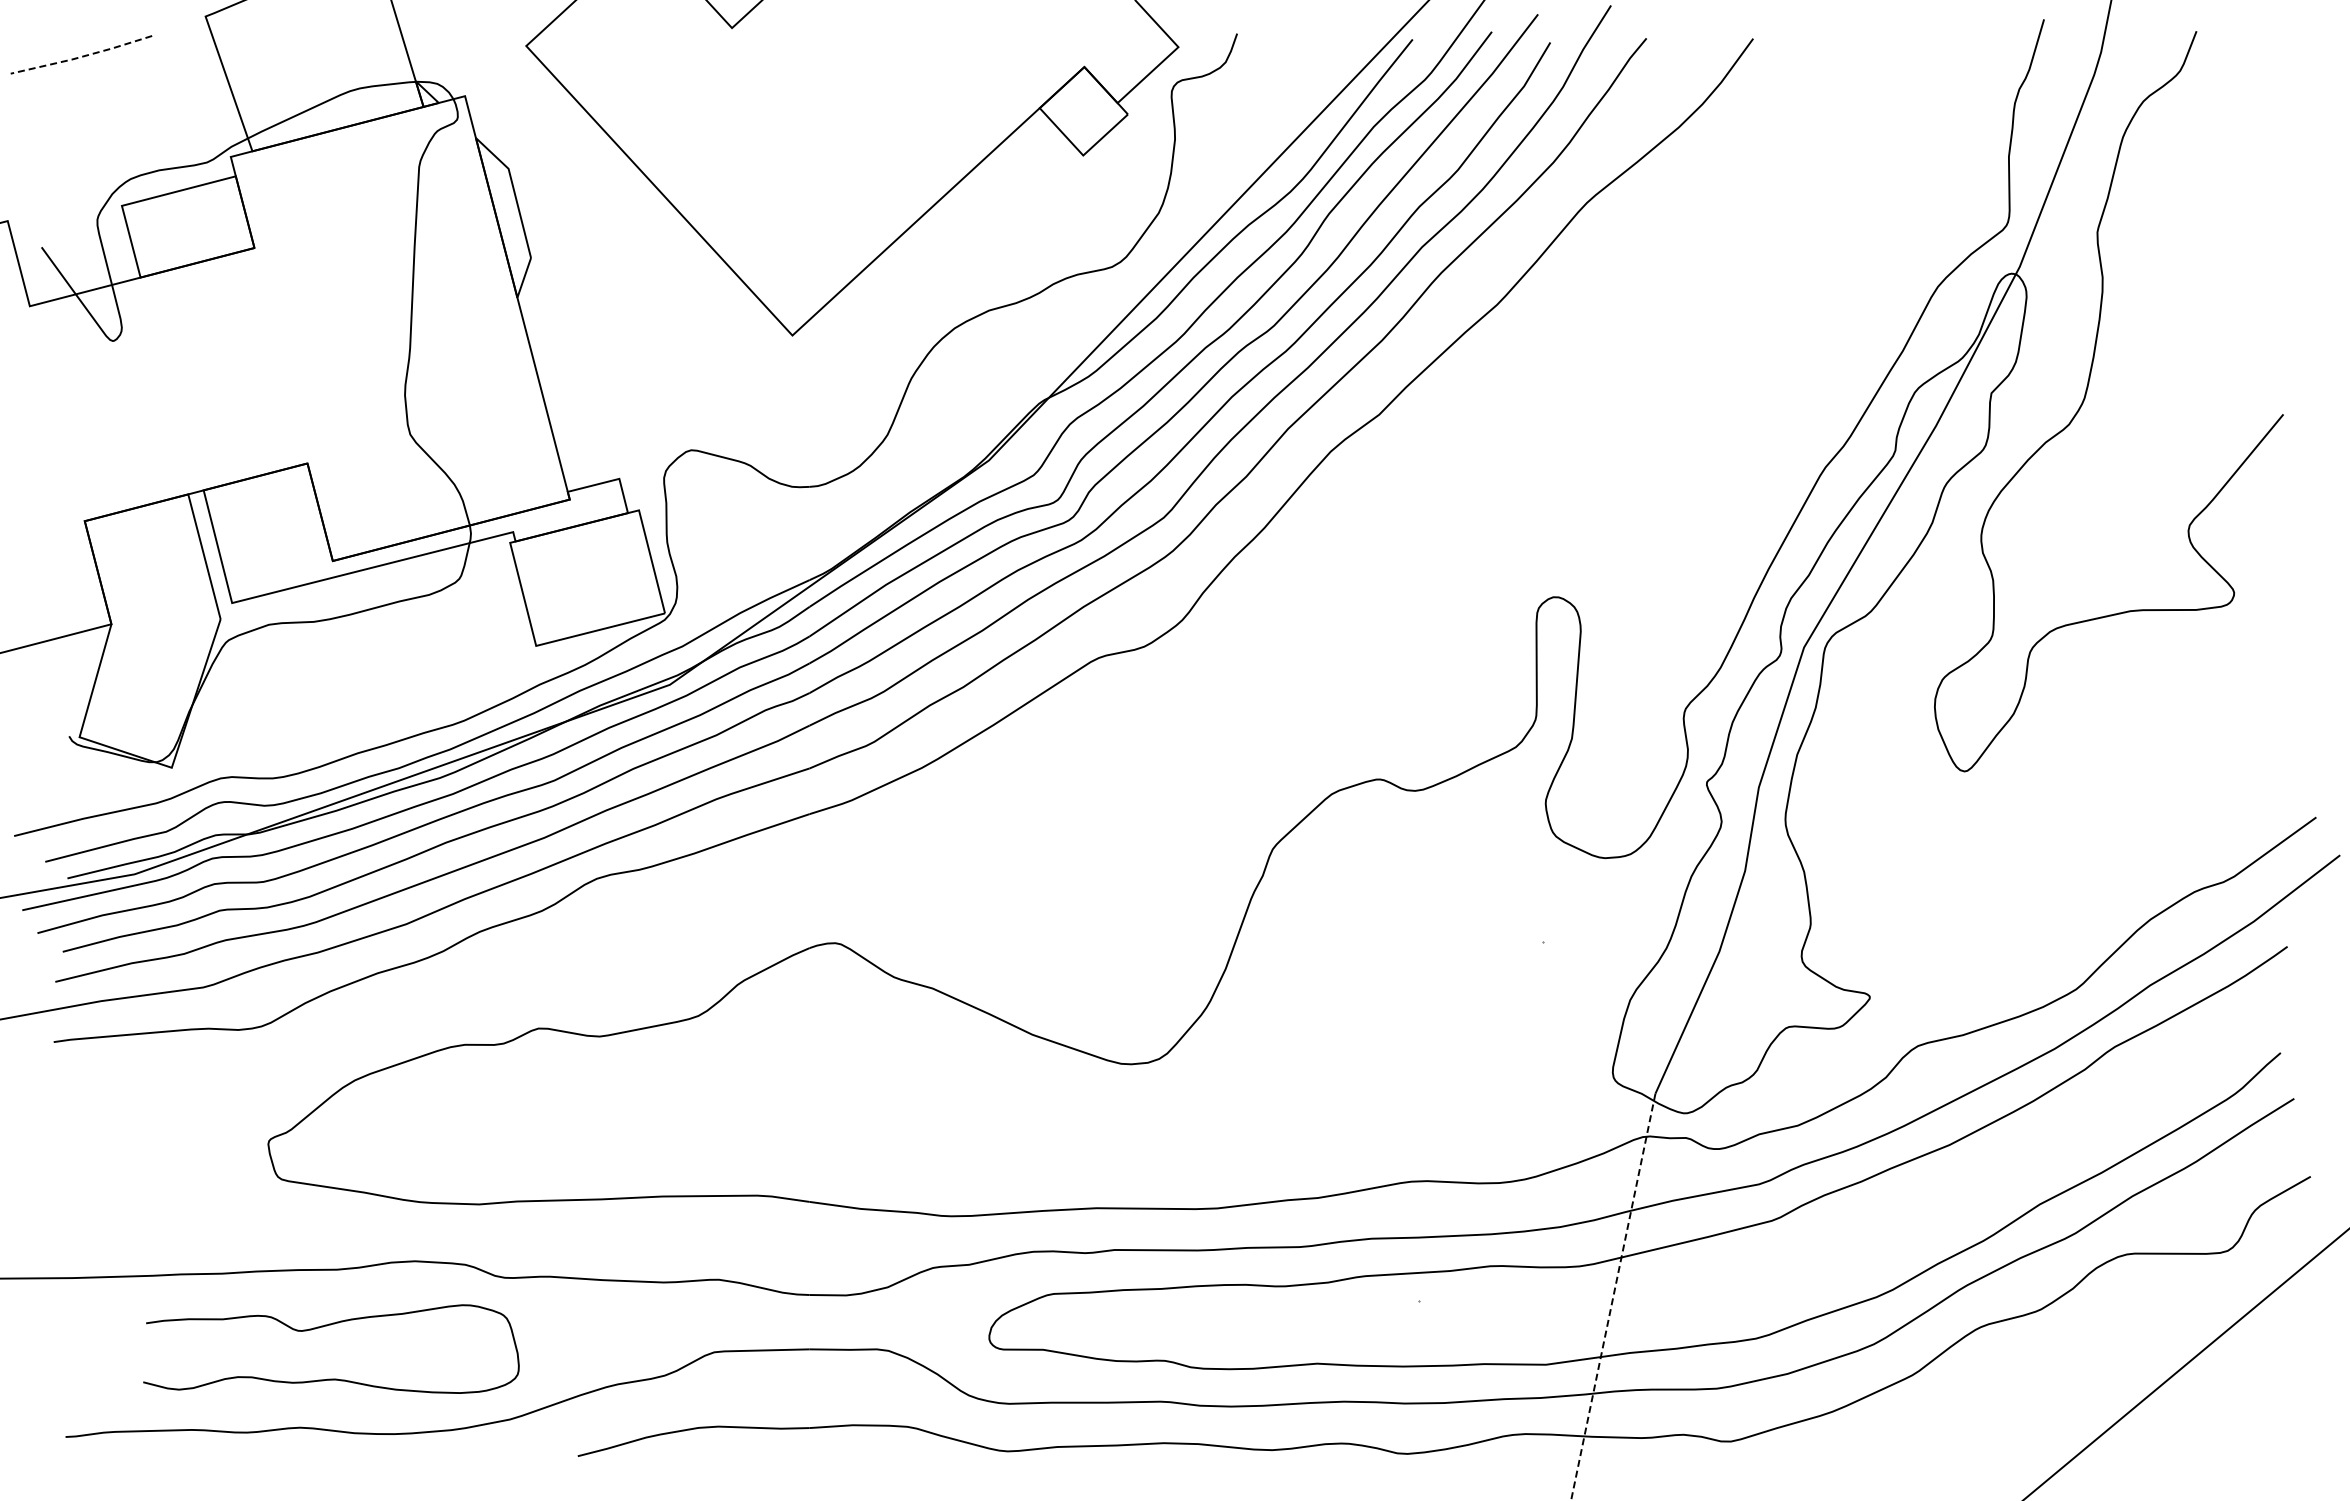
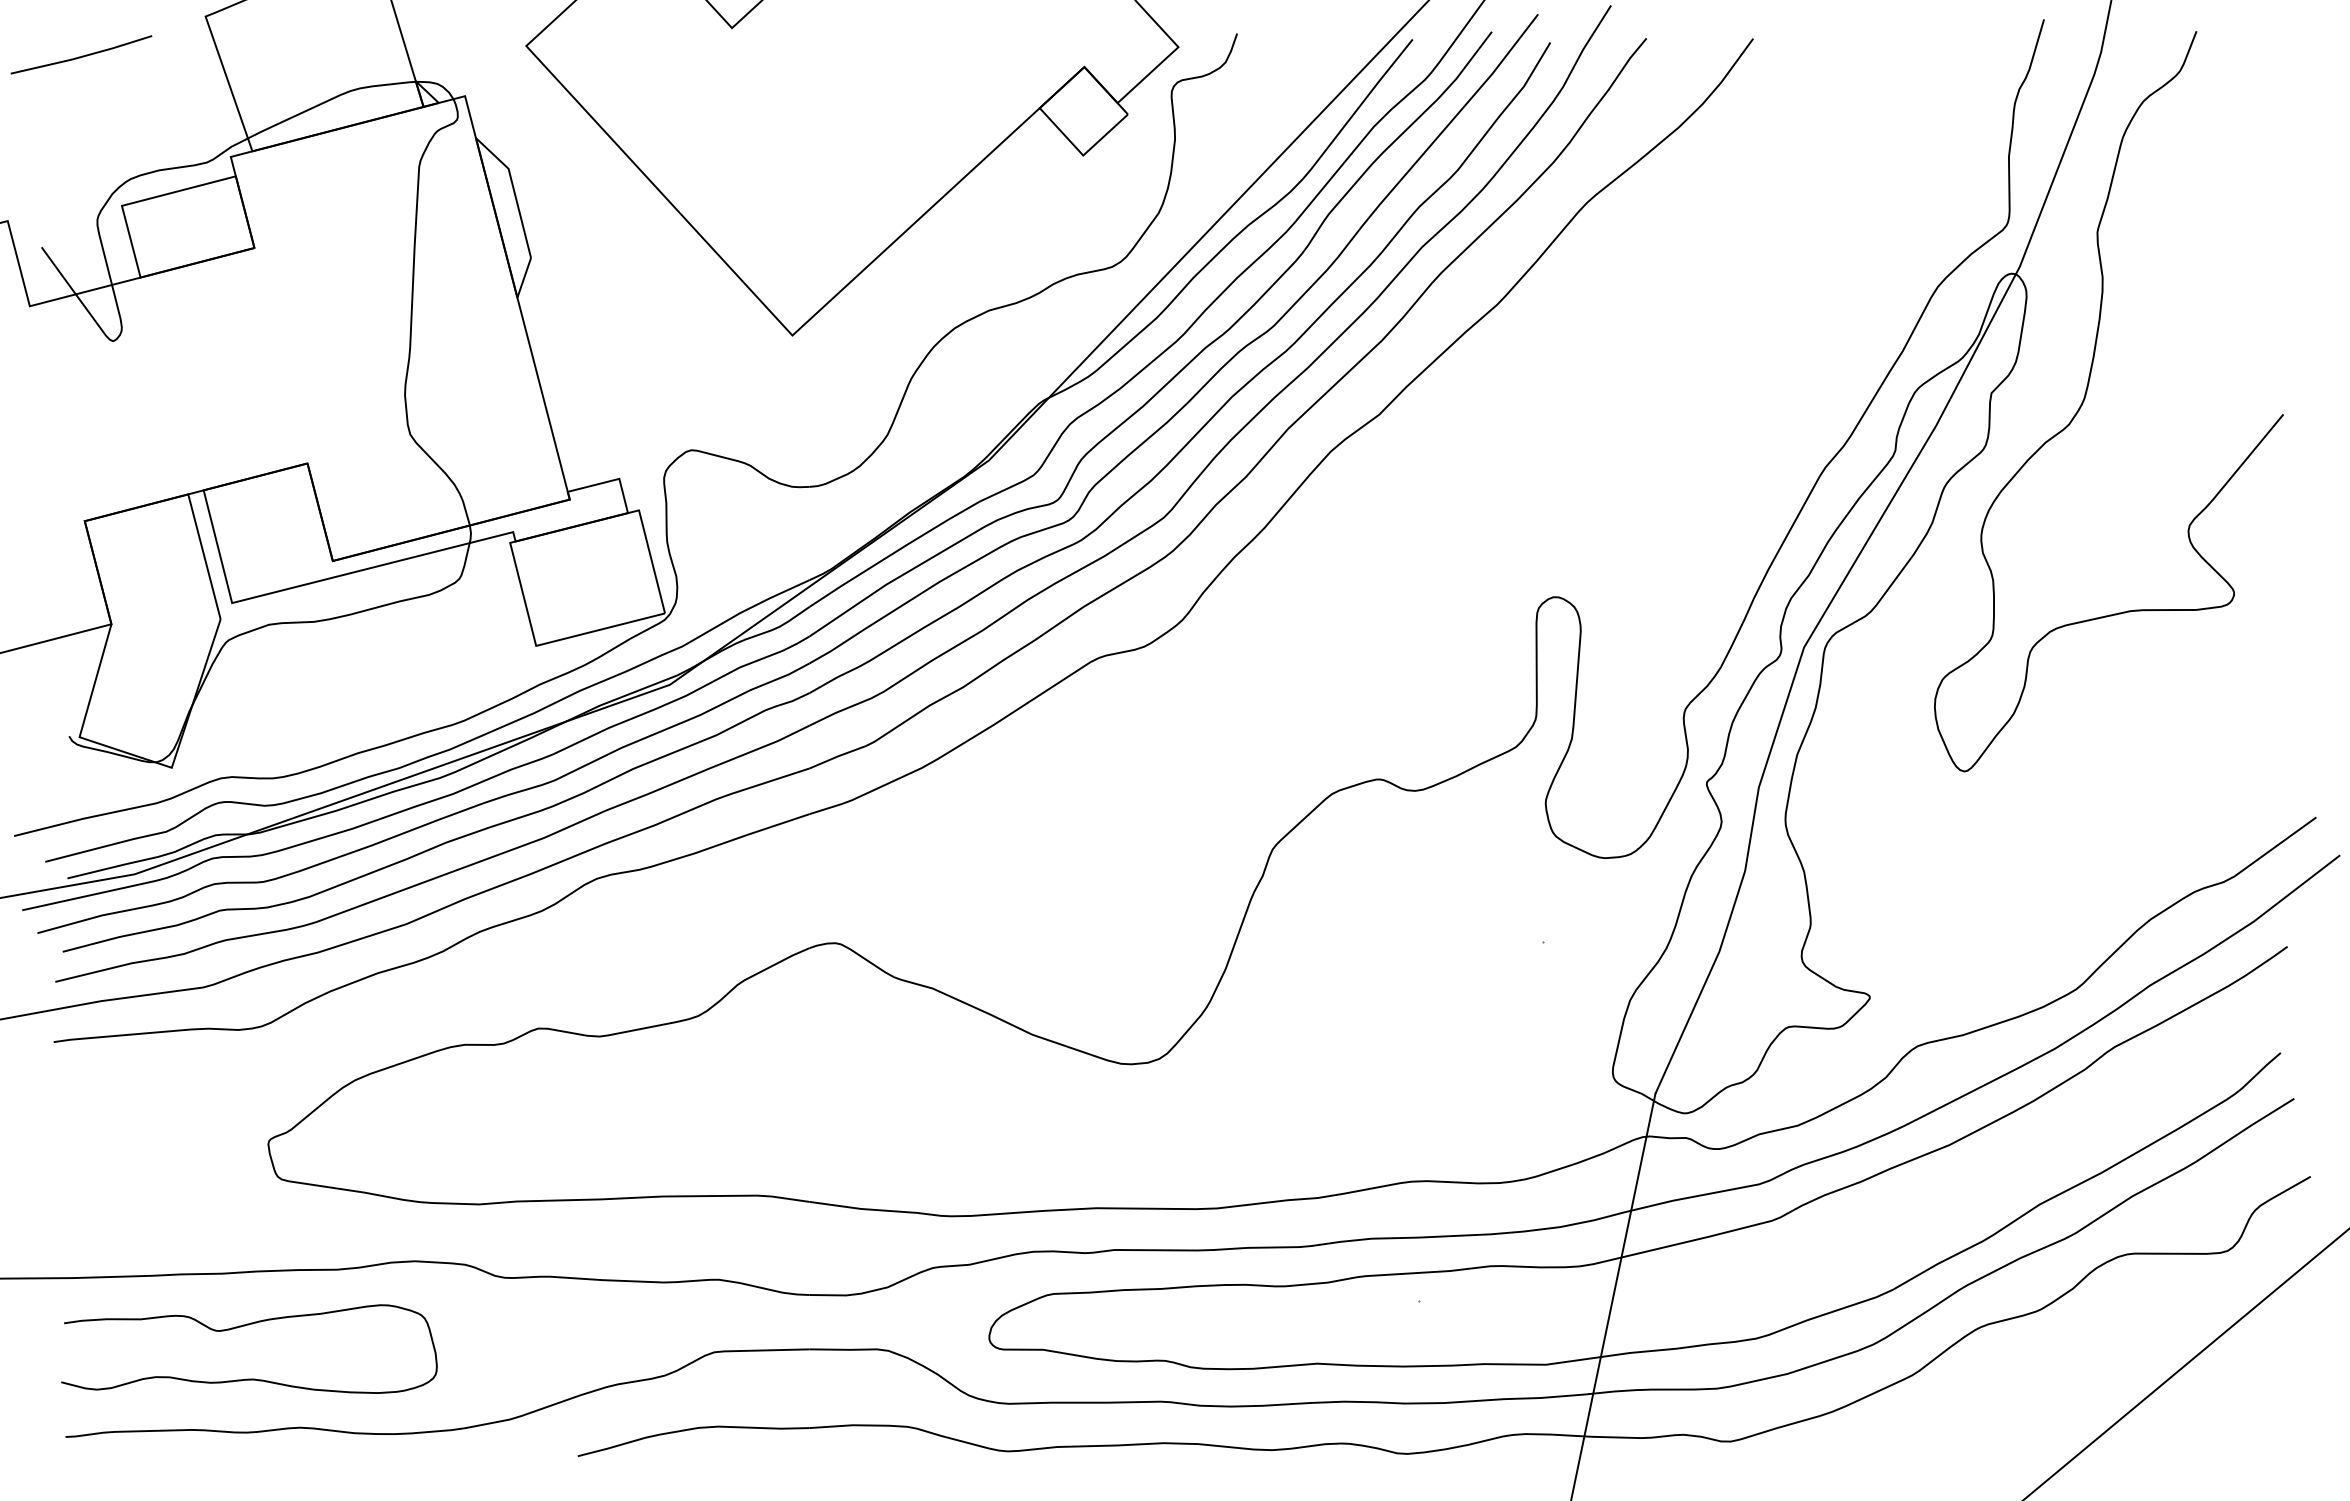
line at (81, 56): dashed -> solid
line at (1613, 1297): dashed -> solid
curve at (327, 1326) position: (327, 1326) -> (245, 1326)
